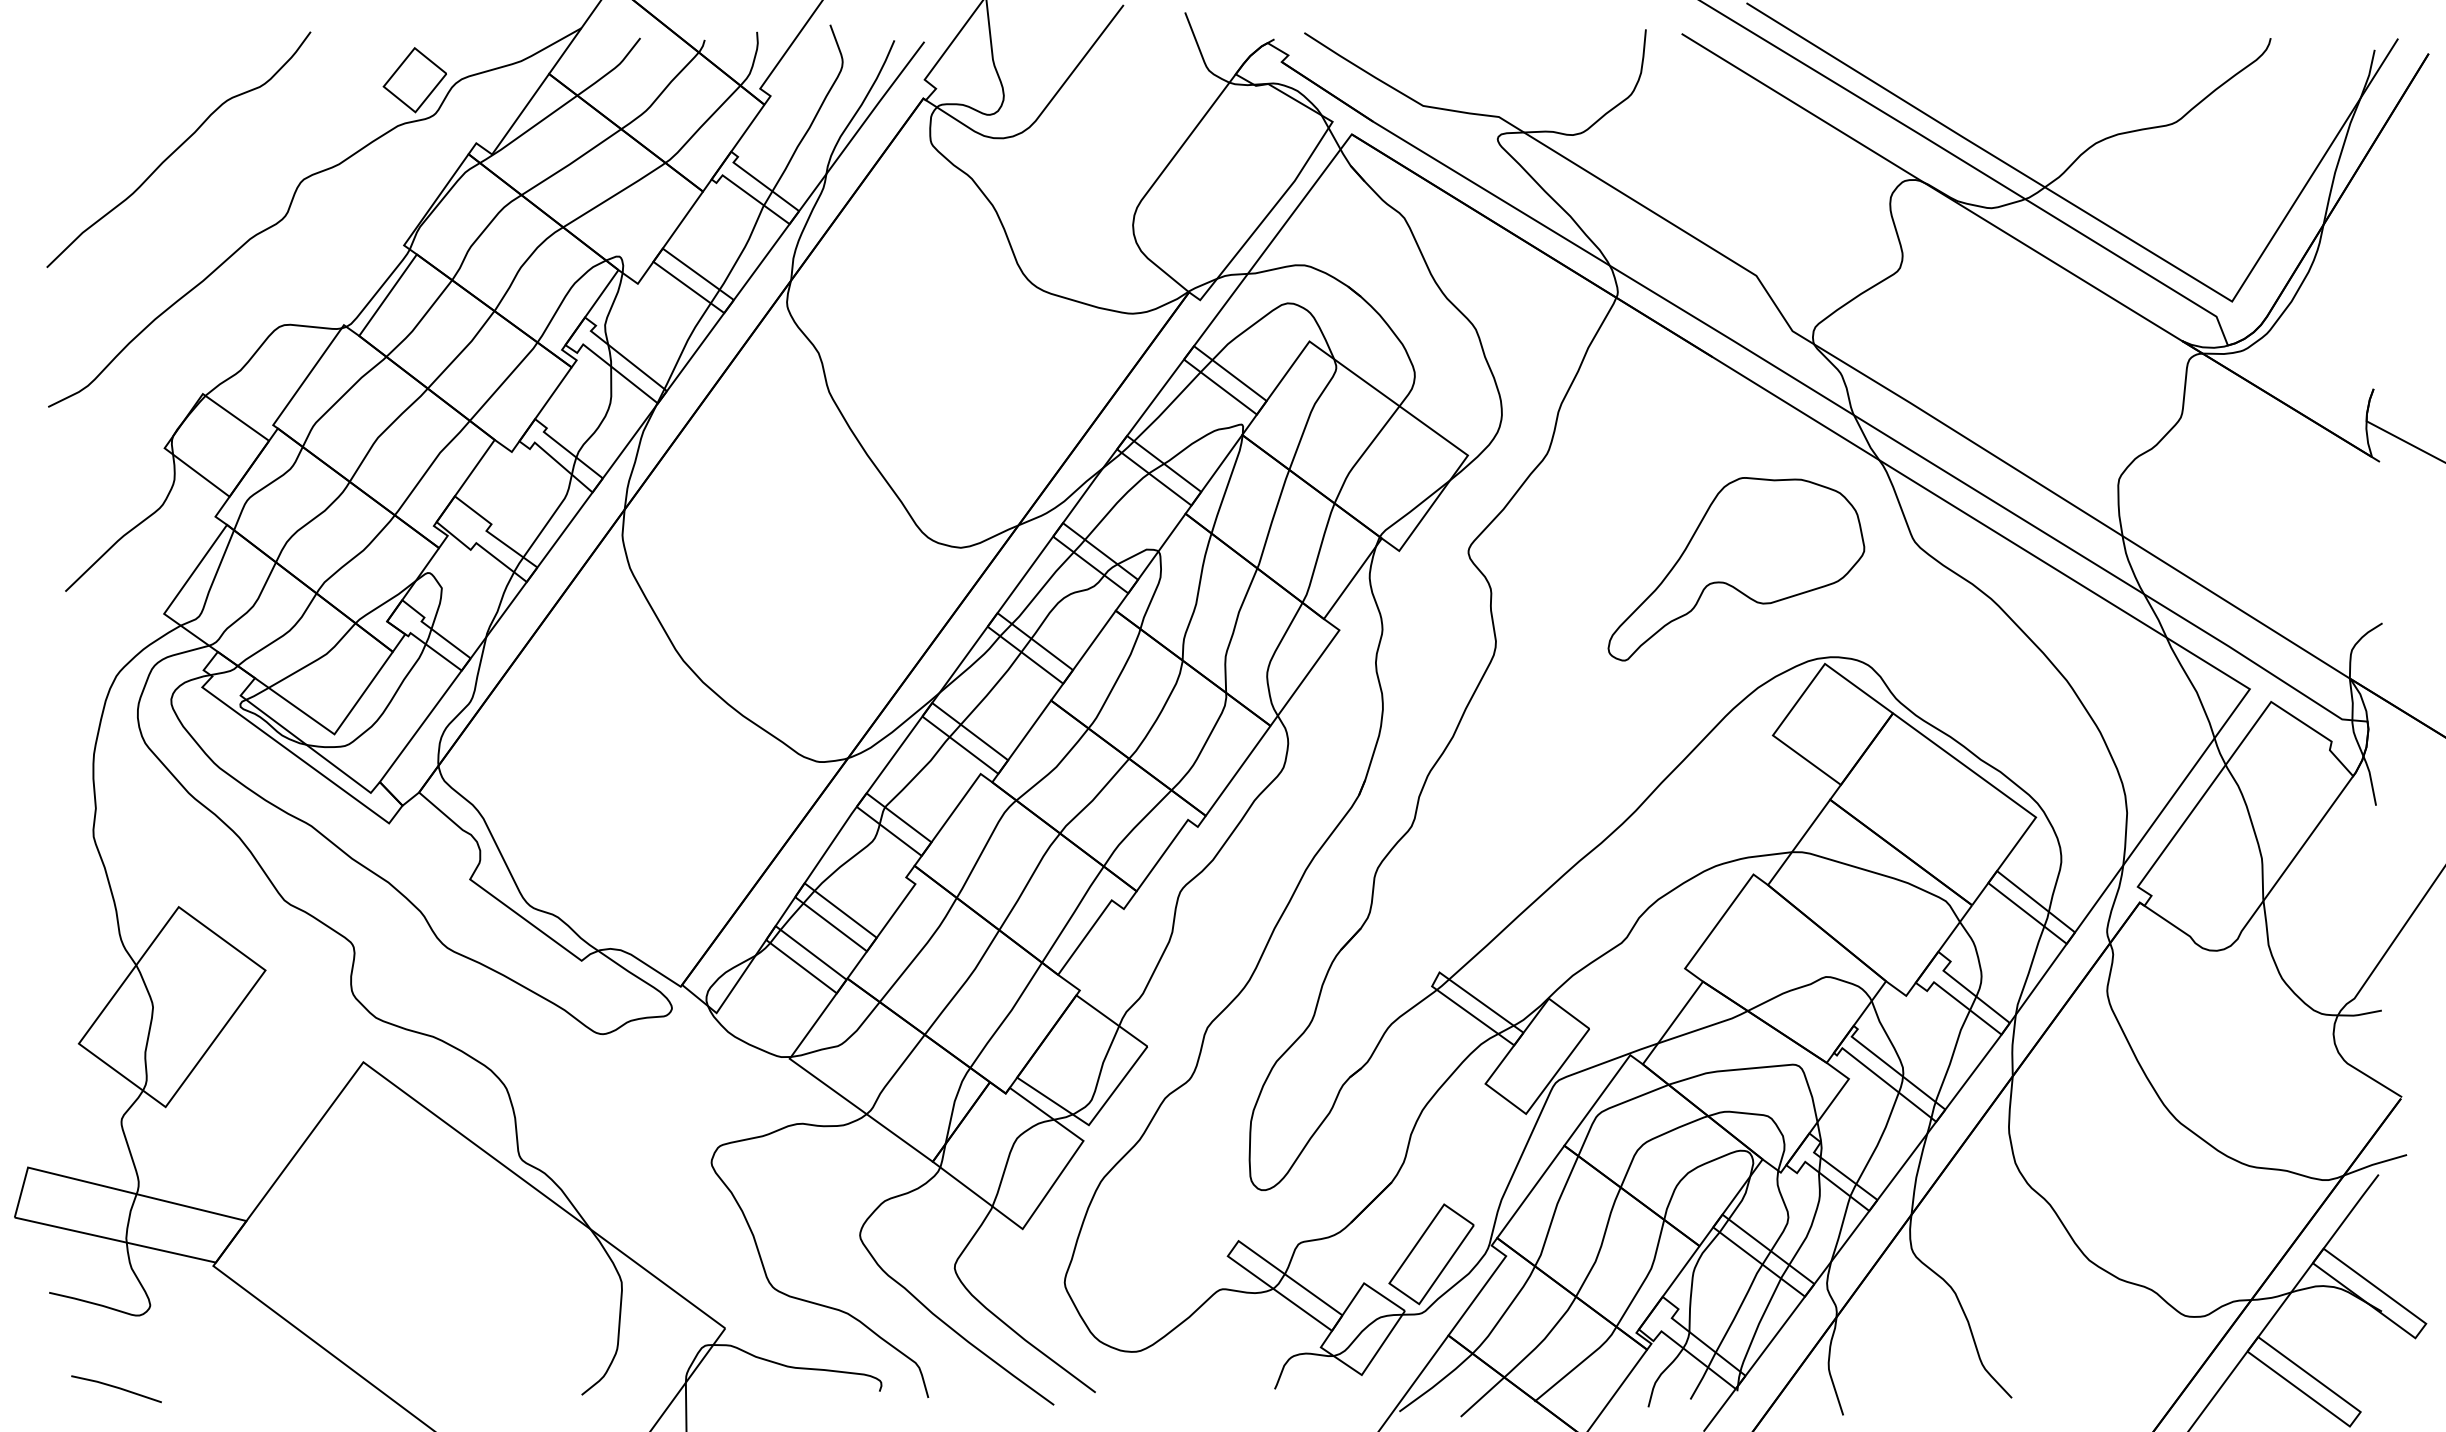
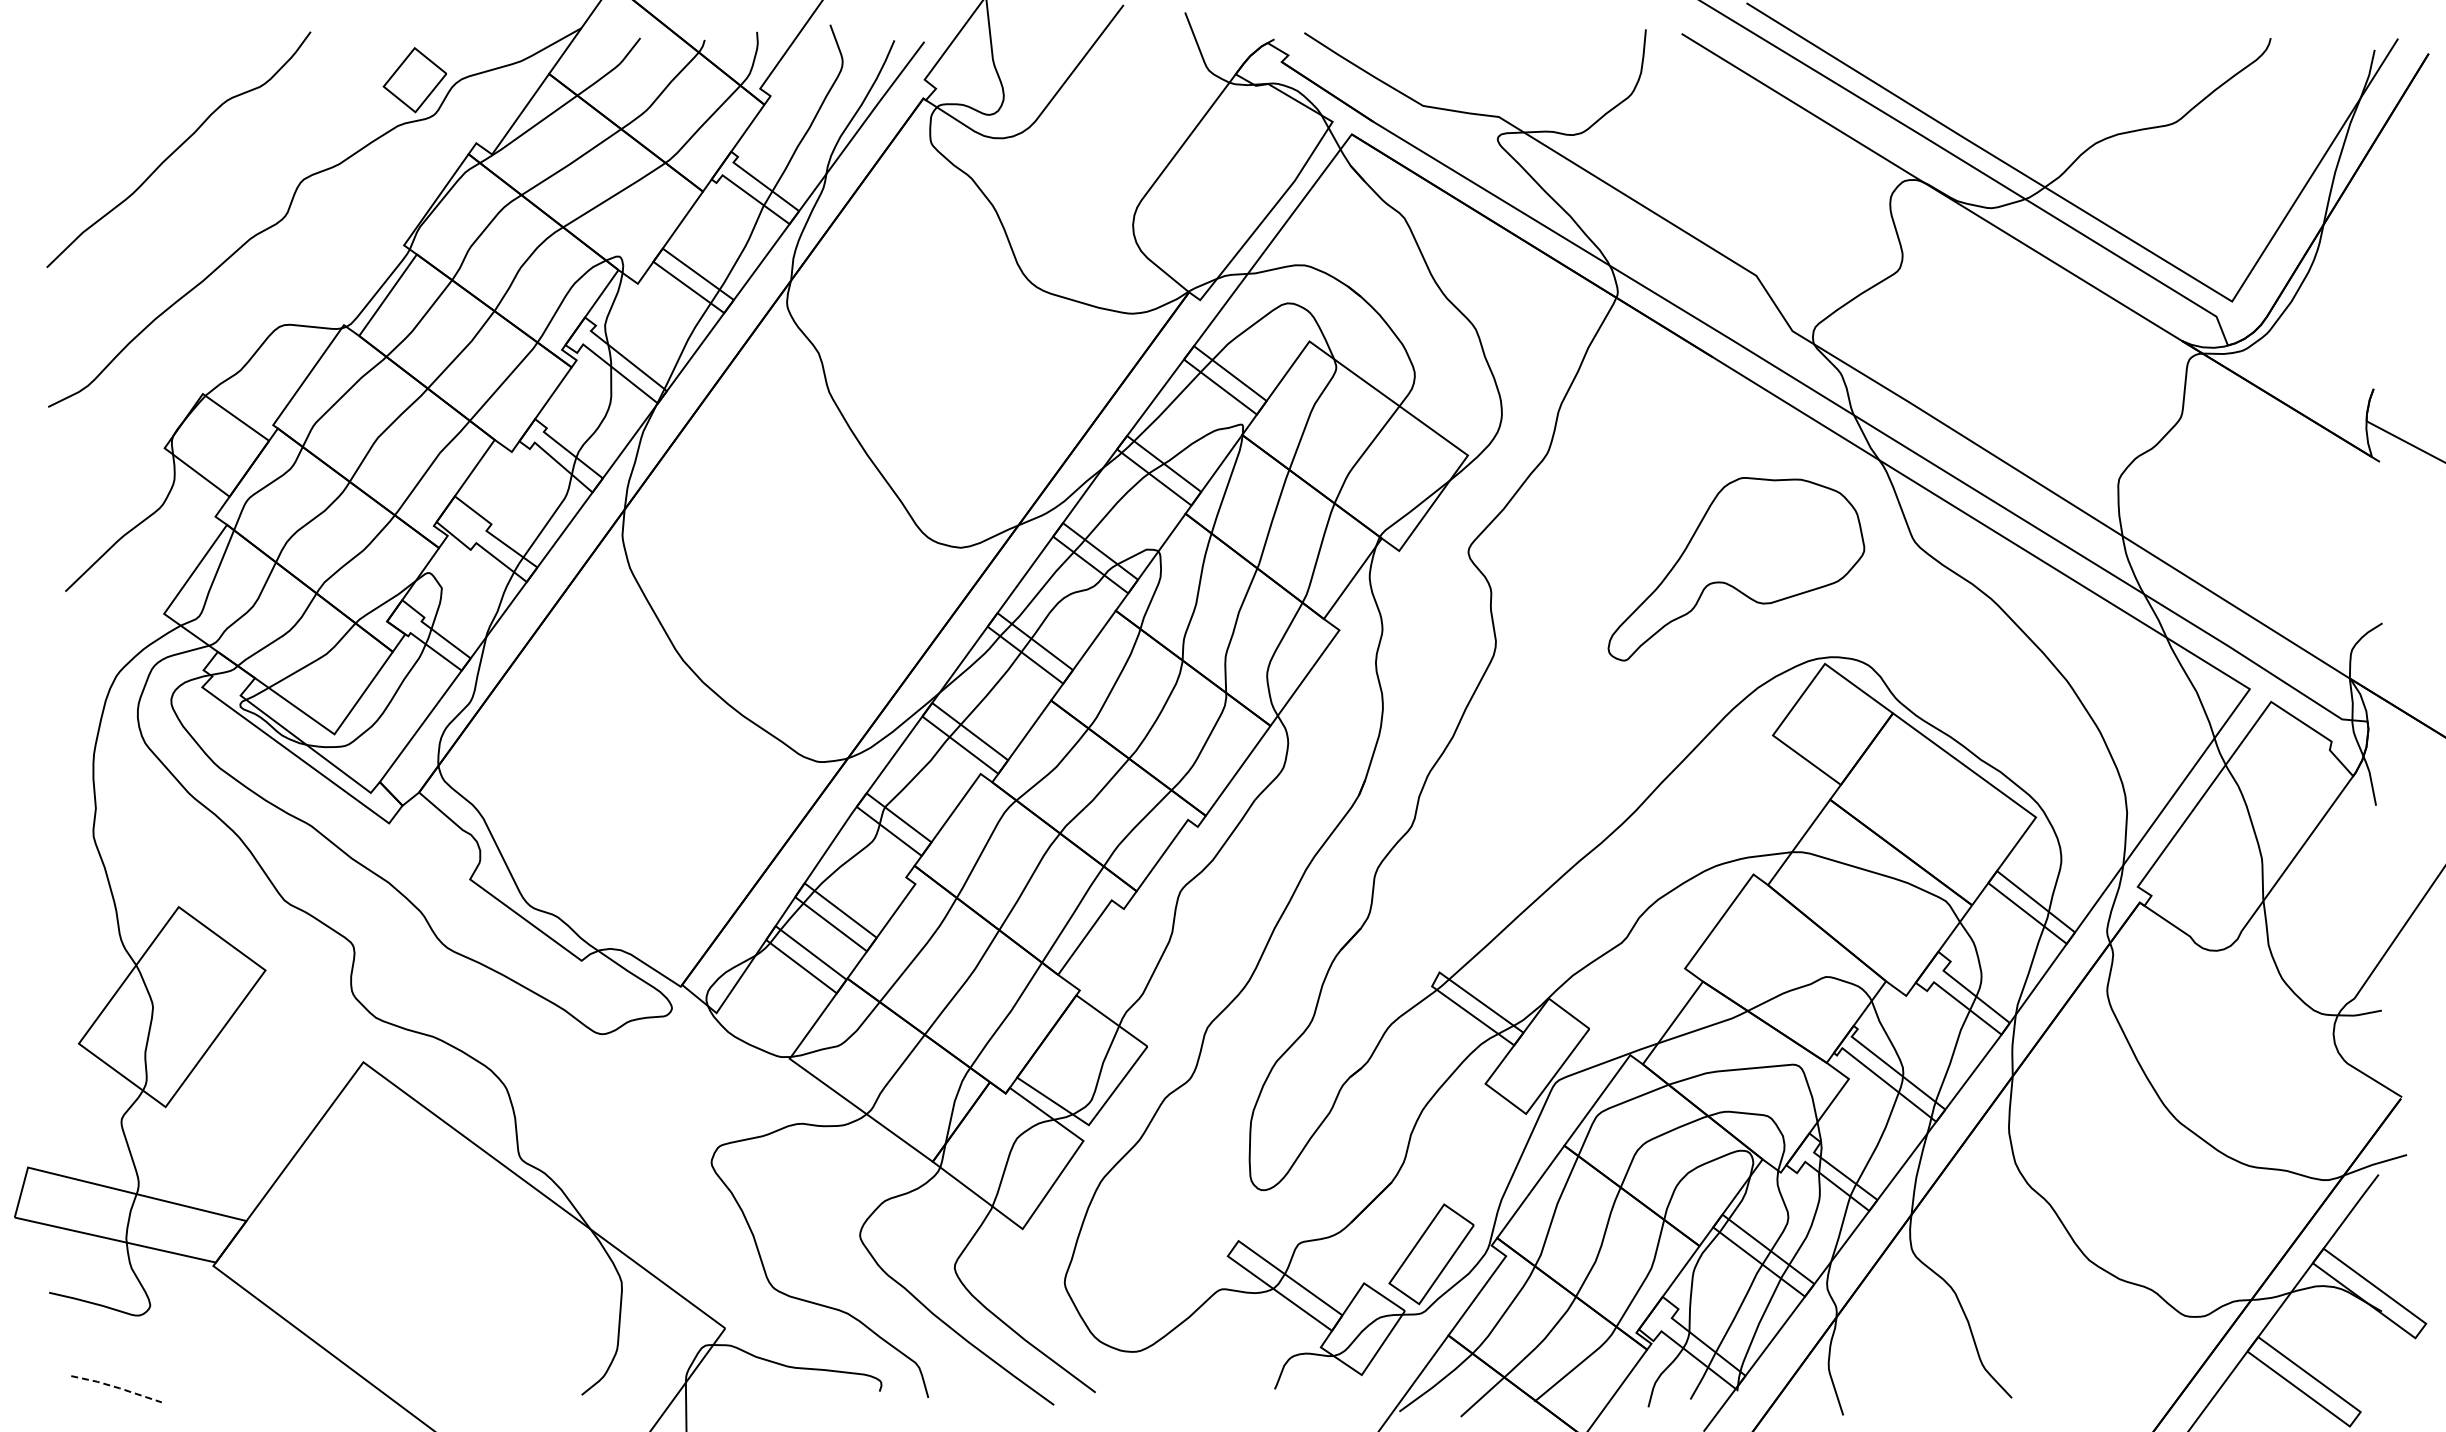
line at (117, 1387): solid -> dashed
